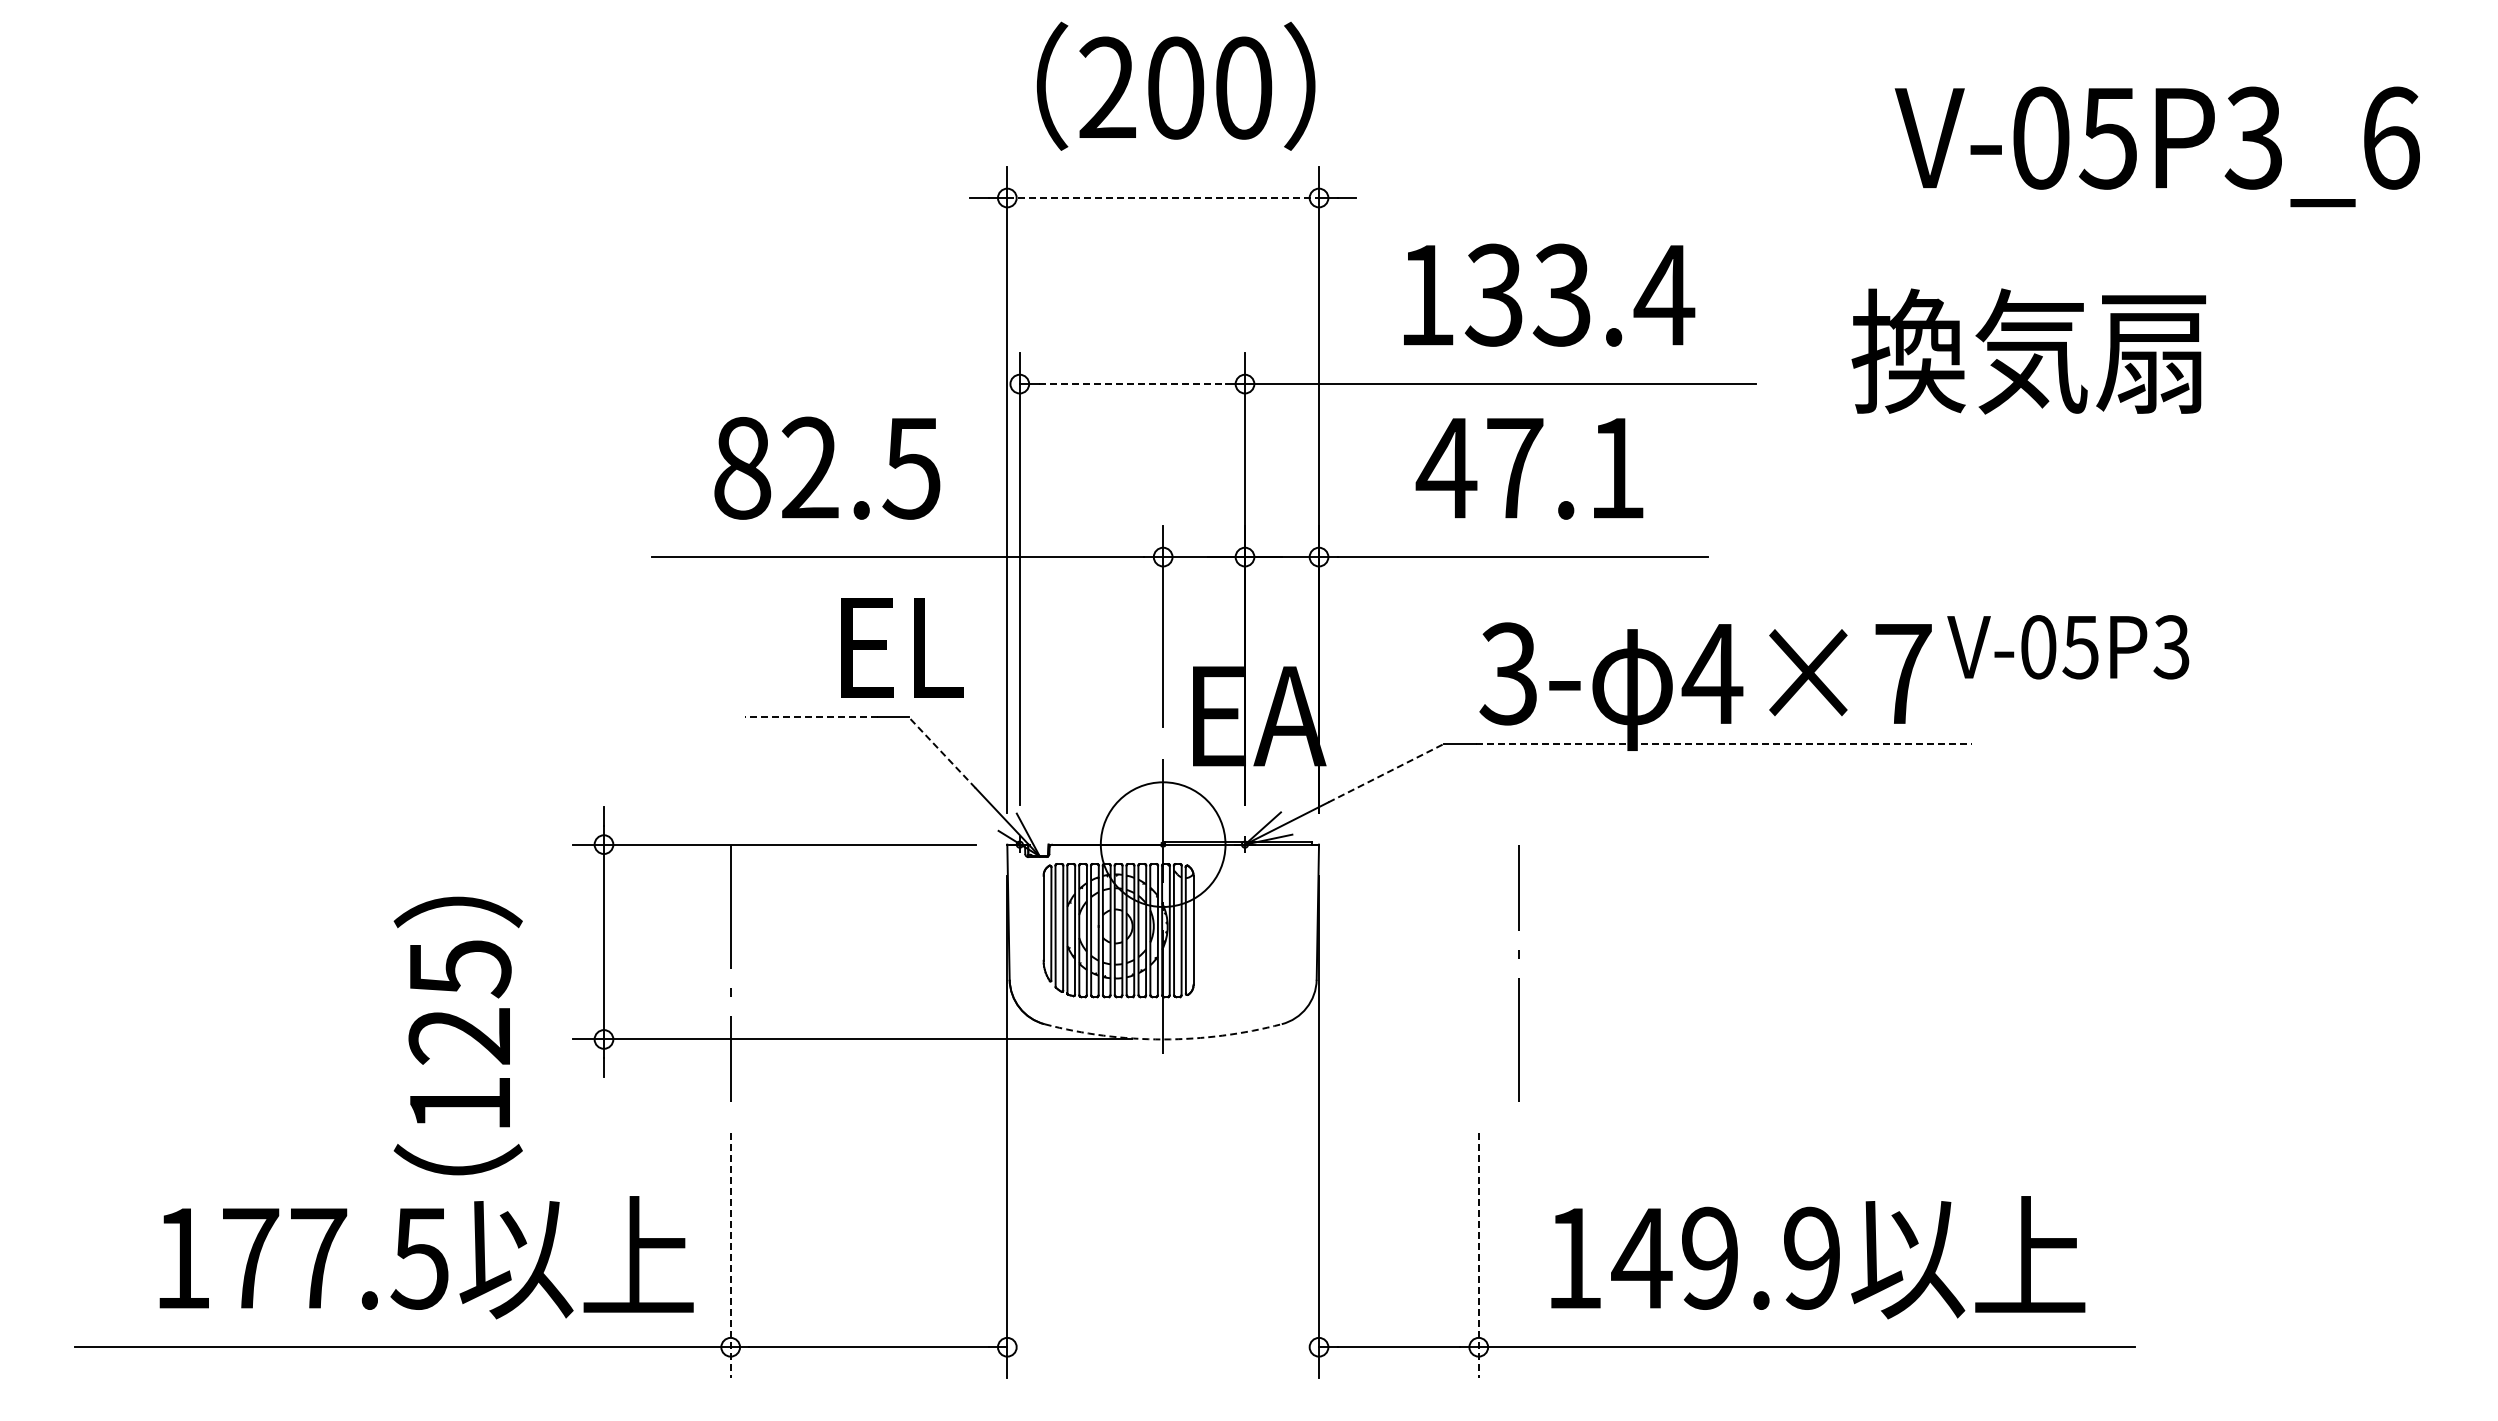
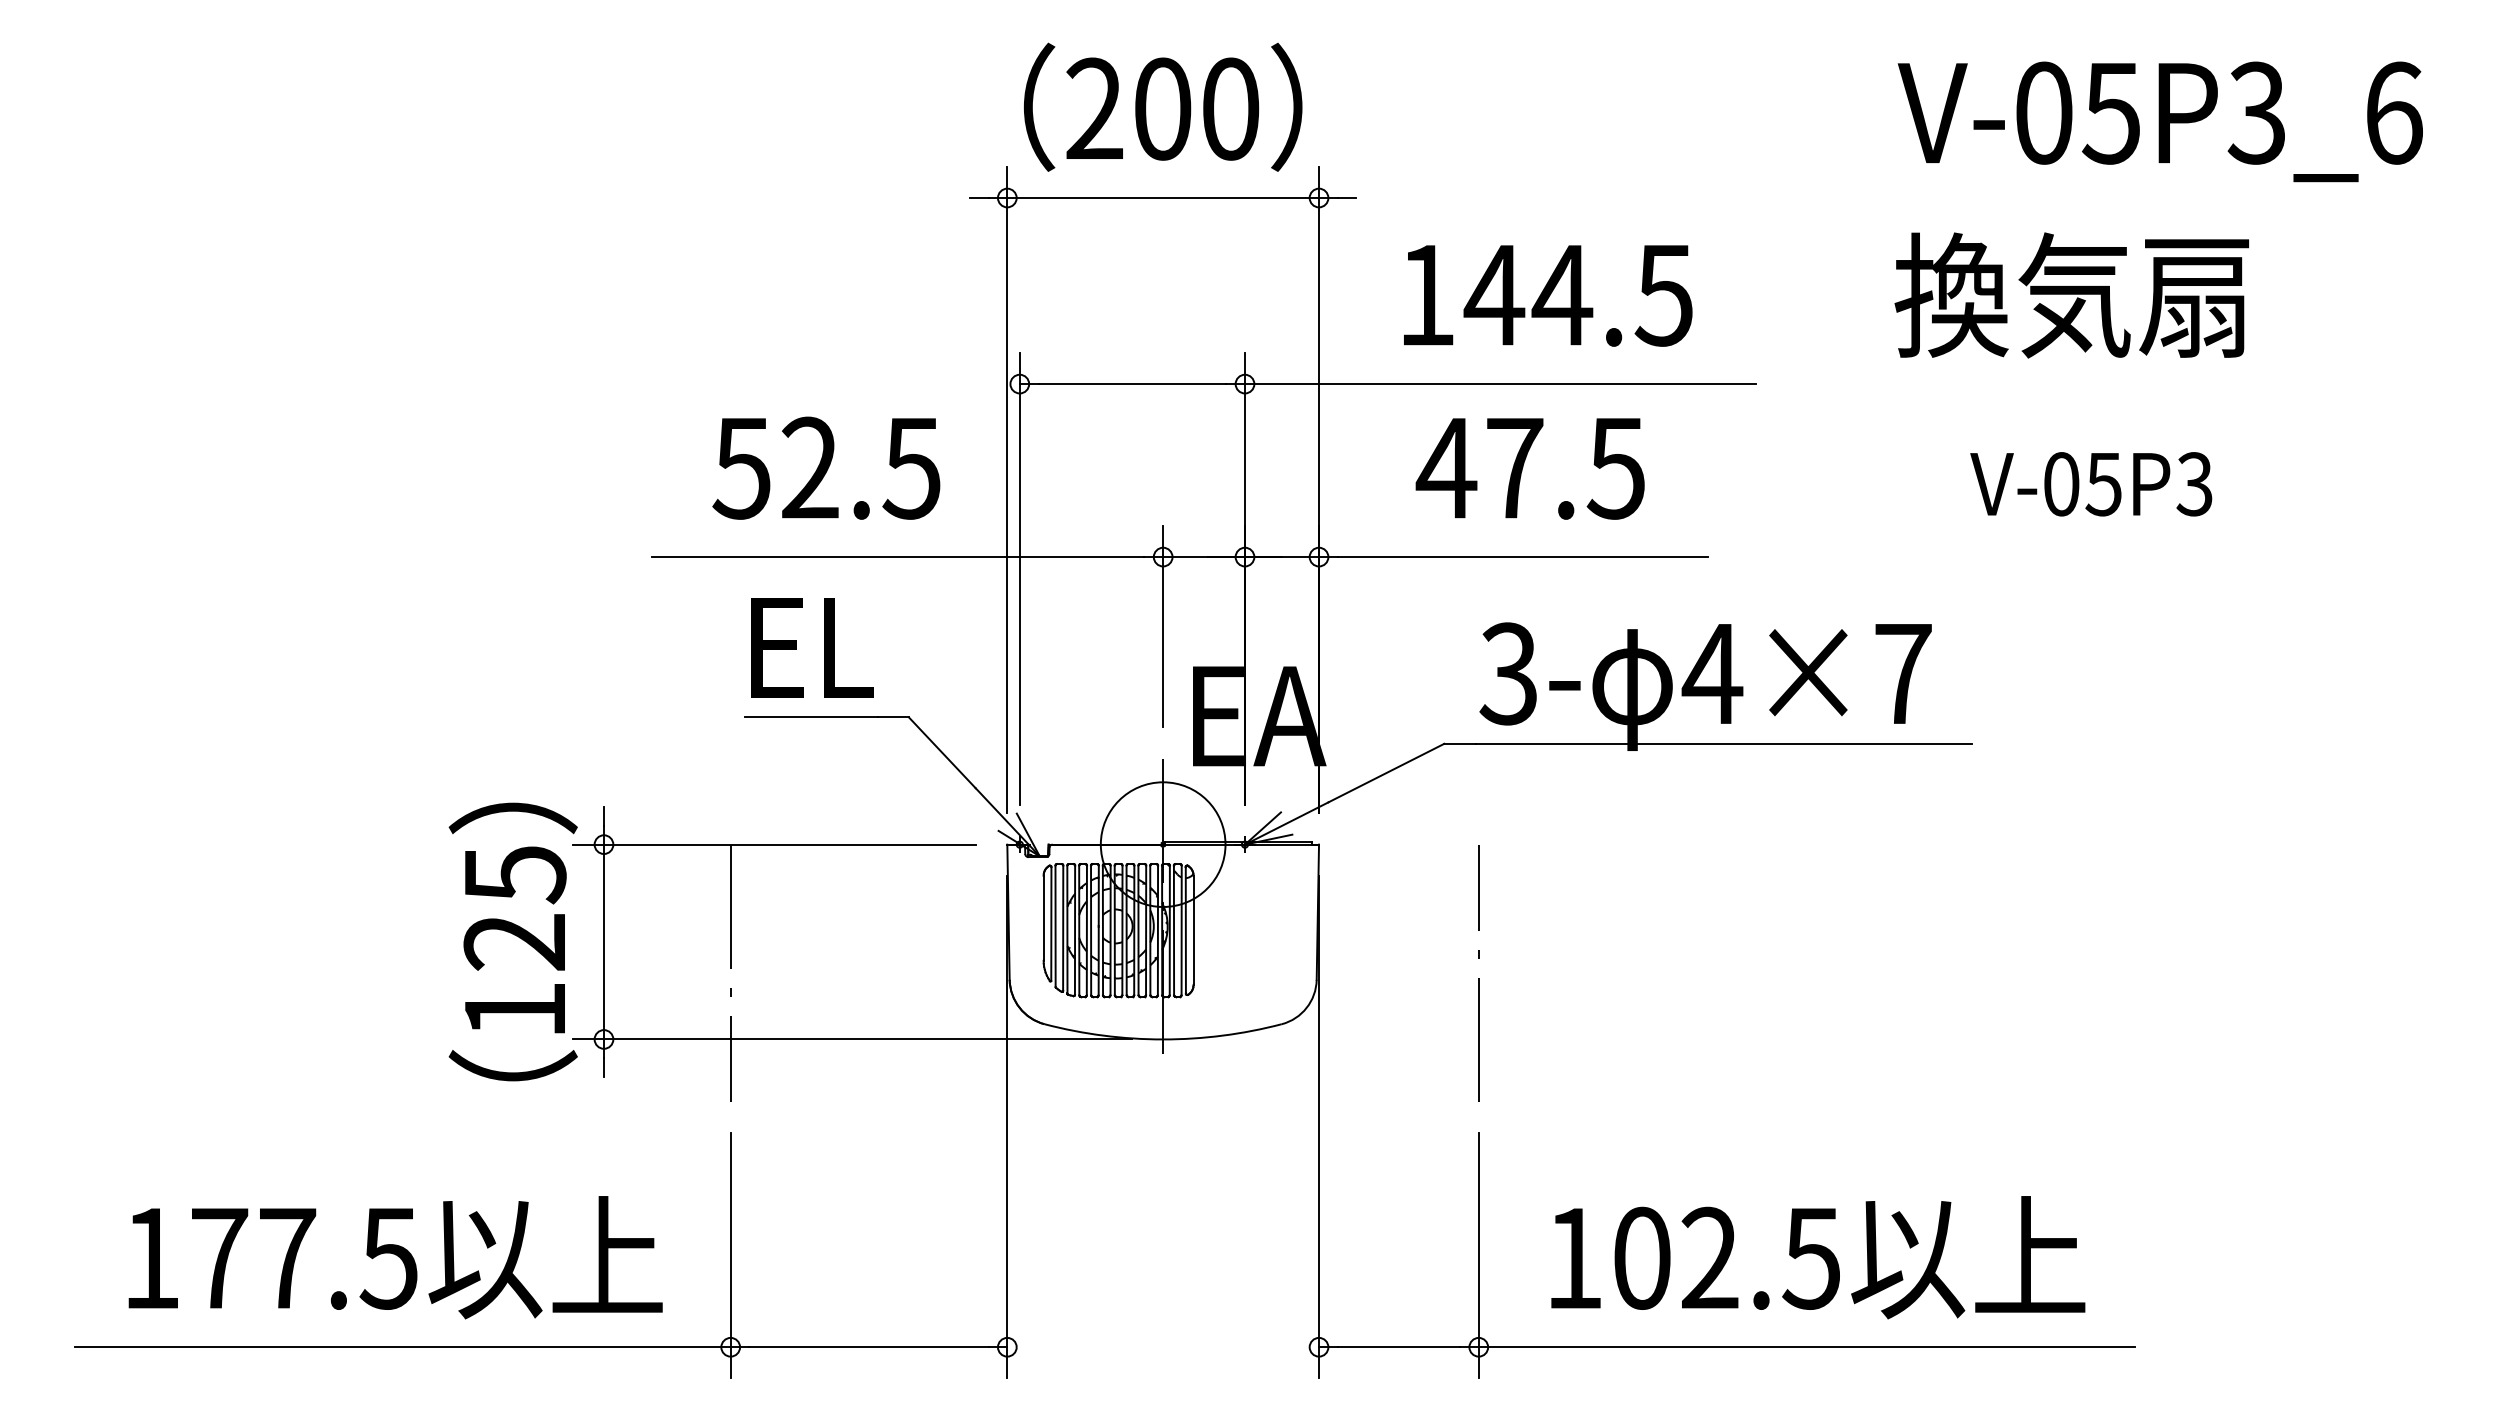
text at (1176, 85) position: (1176, 85) -> (1163, 106)
text at (2156, 146) position: (2156, 146) -> (2159, 121)
line at (1163, 198): dashed -> solid
text at (1579, 294): 133.4 -> 144.5
text at (2028, 351) position: (2028, 351) -> (2071, 295)
line at (1132, 384): dashed -> solid
text at (741, 467): 82.5 -> 52.5
text at (1615, 468): 47.1 -> 47.5
text at (902, 647) position: (902, 647) -> (812, 647)
text at (2068, 647) position: (2068, 647) -> (2091, 484)
line at (811, 717): dashed -> solid
line at (1724, 743): dashed -> solid
line at (942, 752): dashed -> solid
line at (1386, 773): dashed -> solid
line at (1518, 978) position: (1518, 978) -> (1478, 978)
text at (457, 1035) position: (457, 1035) -> (512, 941)
arc at (1163, 1039): dashed -> solid
line at (730, 1256): dashed -> solid
line at (1478, 1256): dashed -> solid
text at (426, 1257) position: (426, 1257) -> (395, 1257)
text at (1725, 1257): 149.9 -> 102.5
